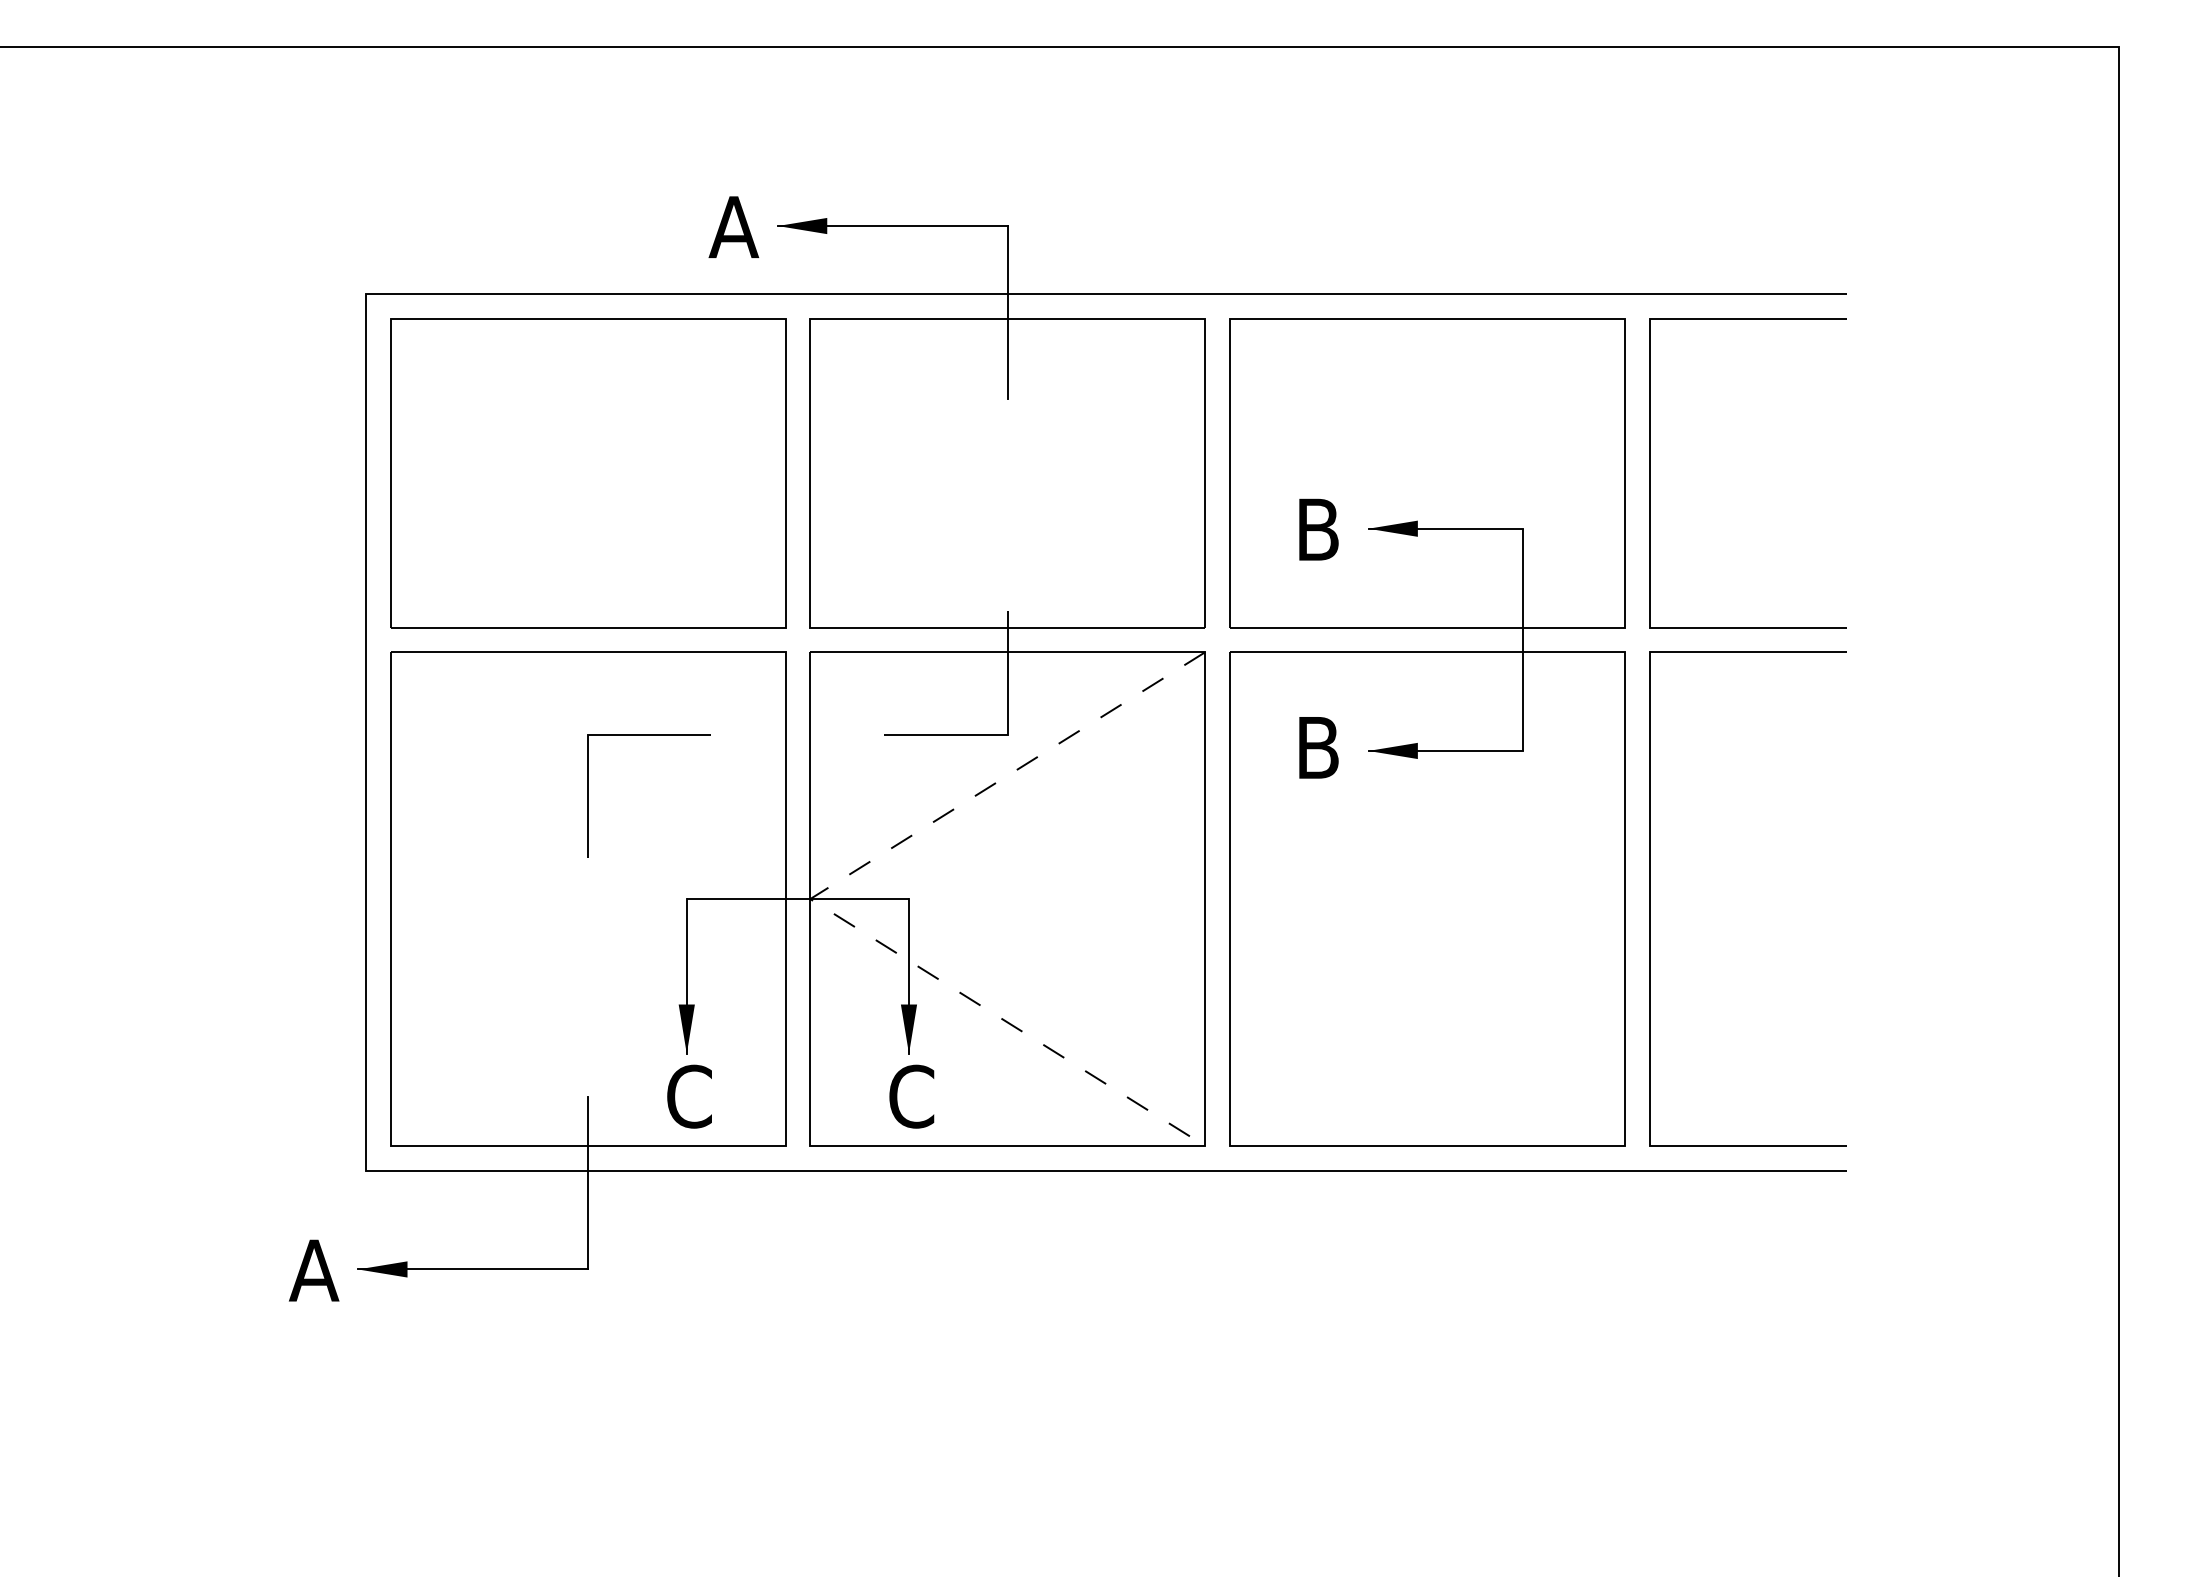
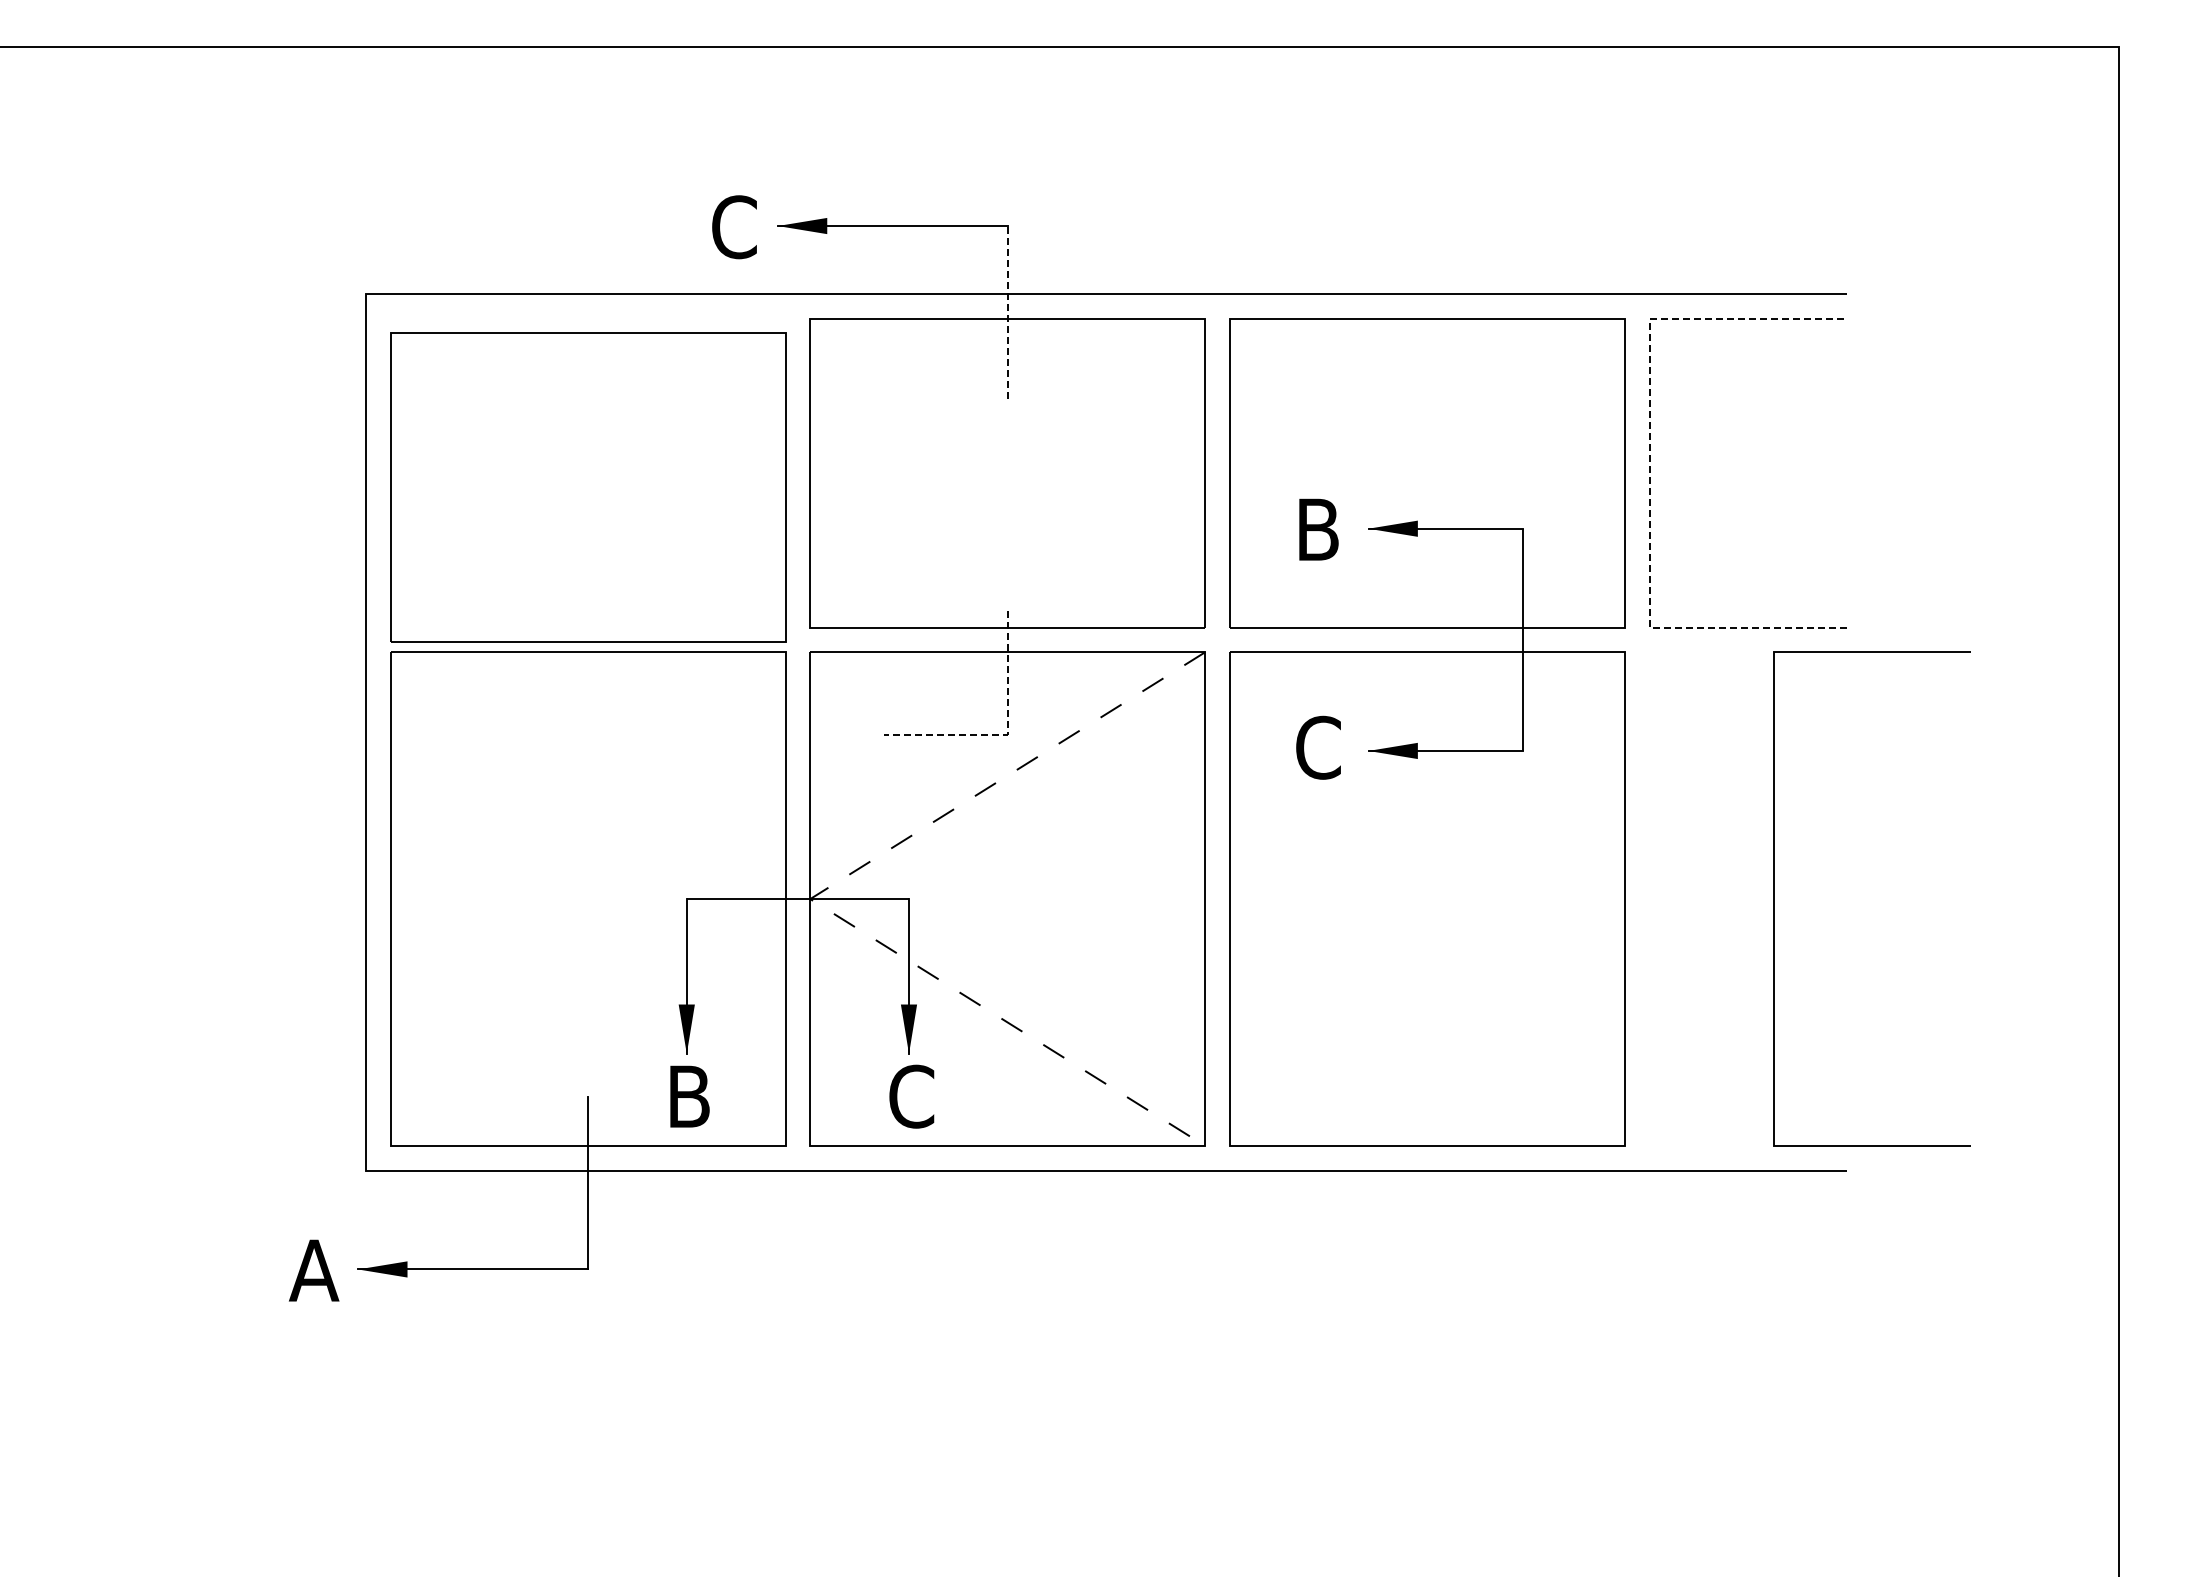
text at (733, 227): A -> C
line at (1007, 311): solid -> dashed
line at (1649, 472): solid -> dashed
part at (588, 473) position: (588, 473) -> (588, 487)
line at (1007, 734): solid -> dashed
line at (648, 735): present -> none
text at (1318, 747): B -> C
line at (1650, 898) position: (1650, 898) -> (1774, 898)
text at (689, 1096): C -> B
